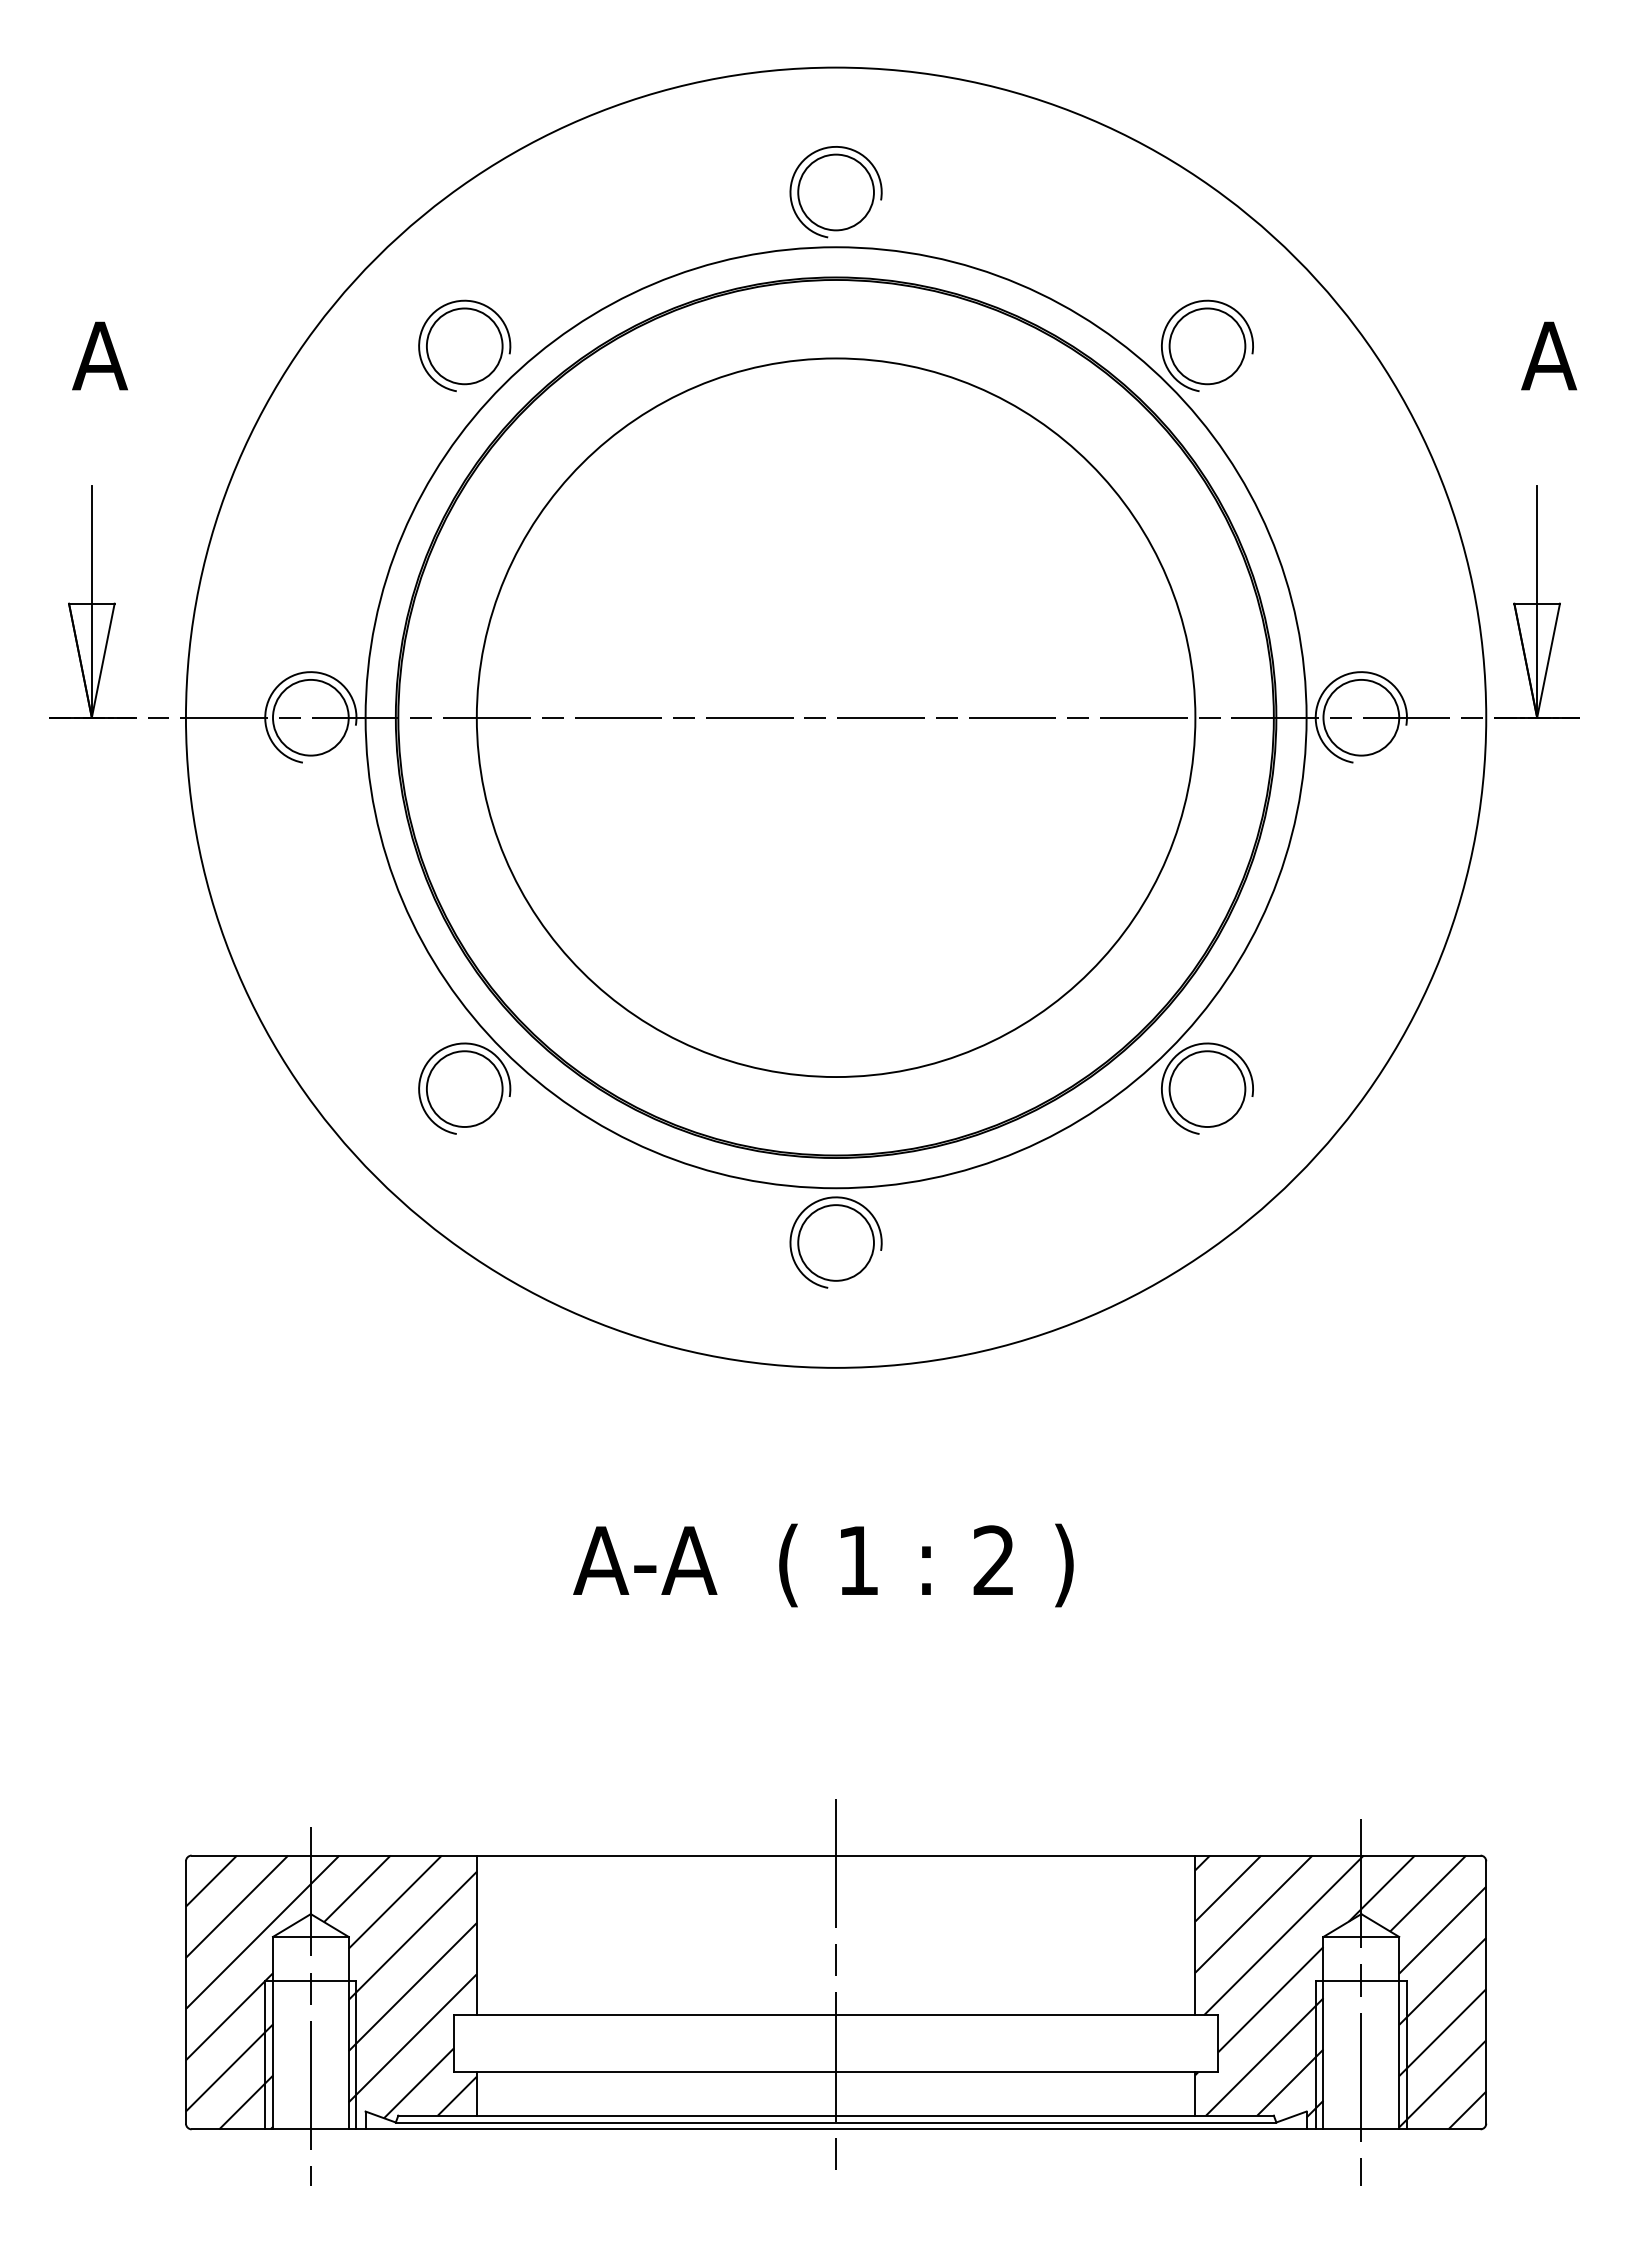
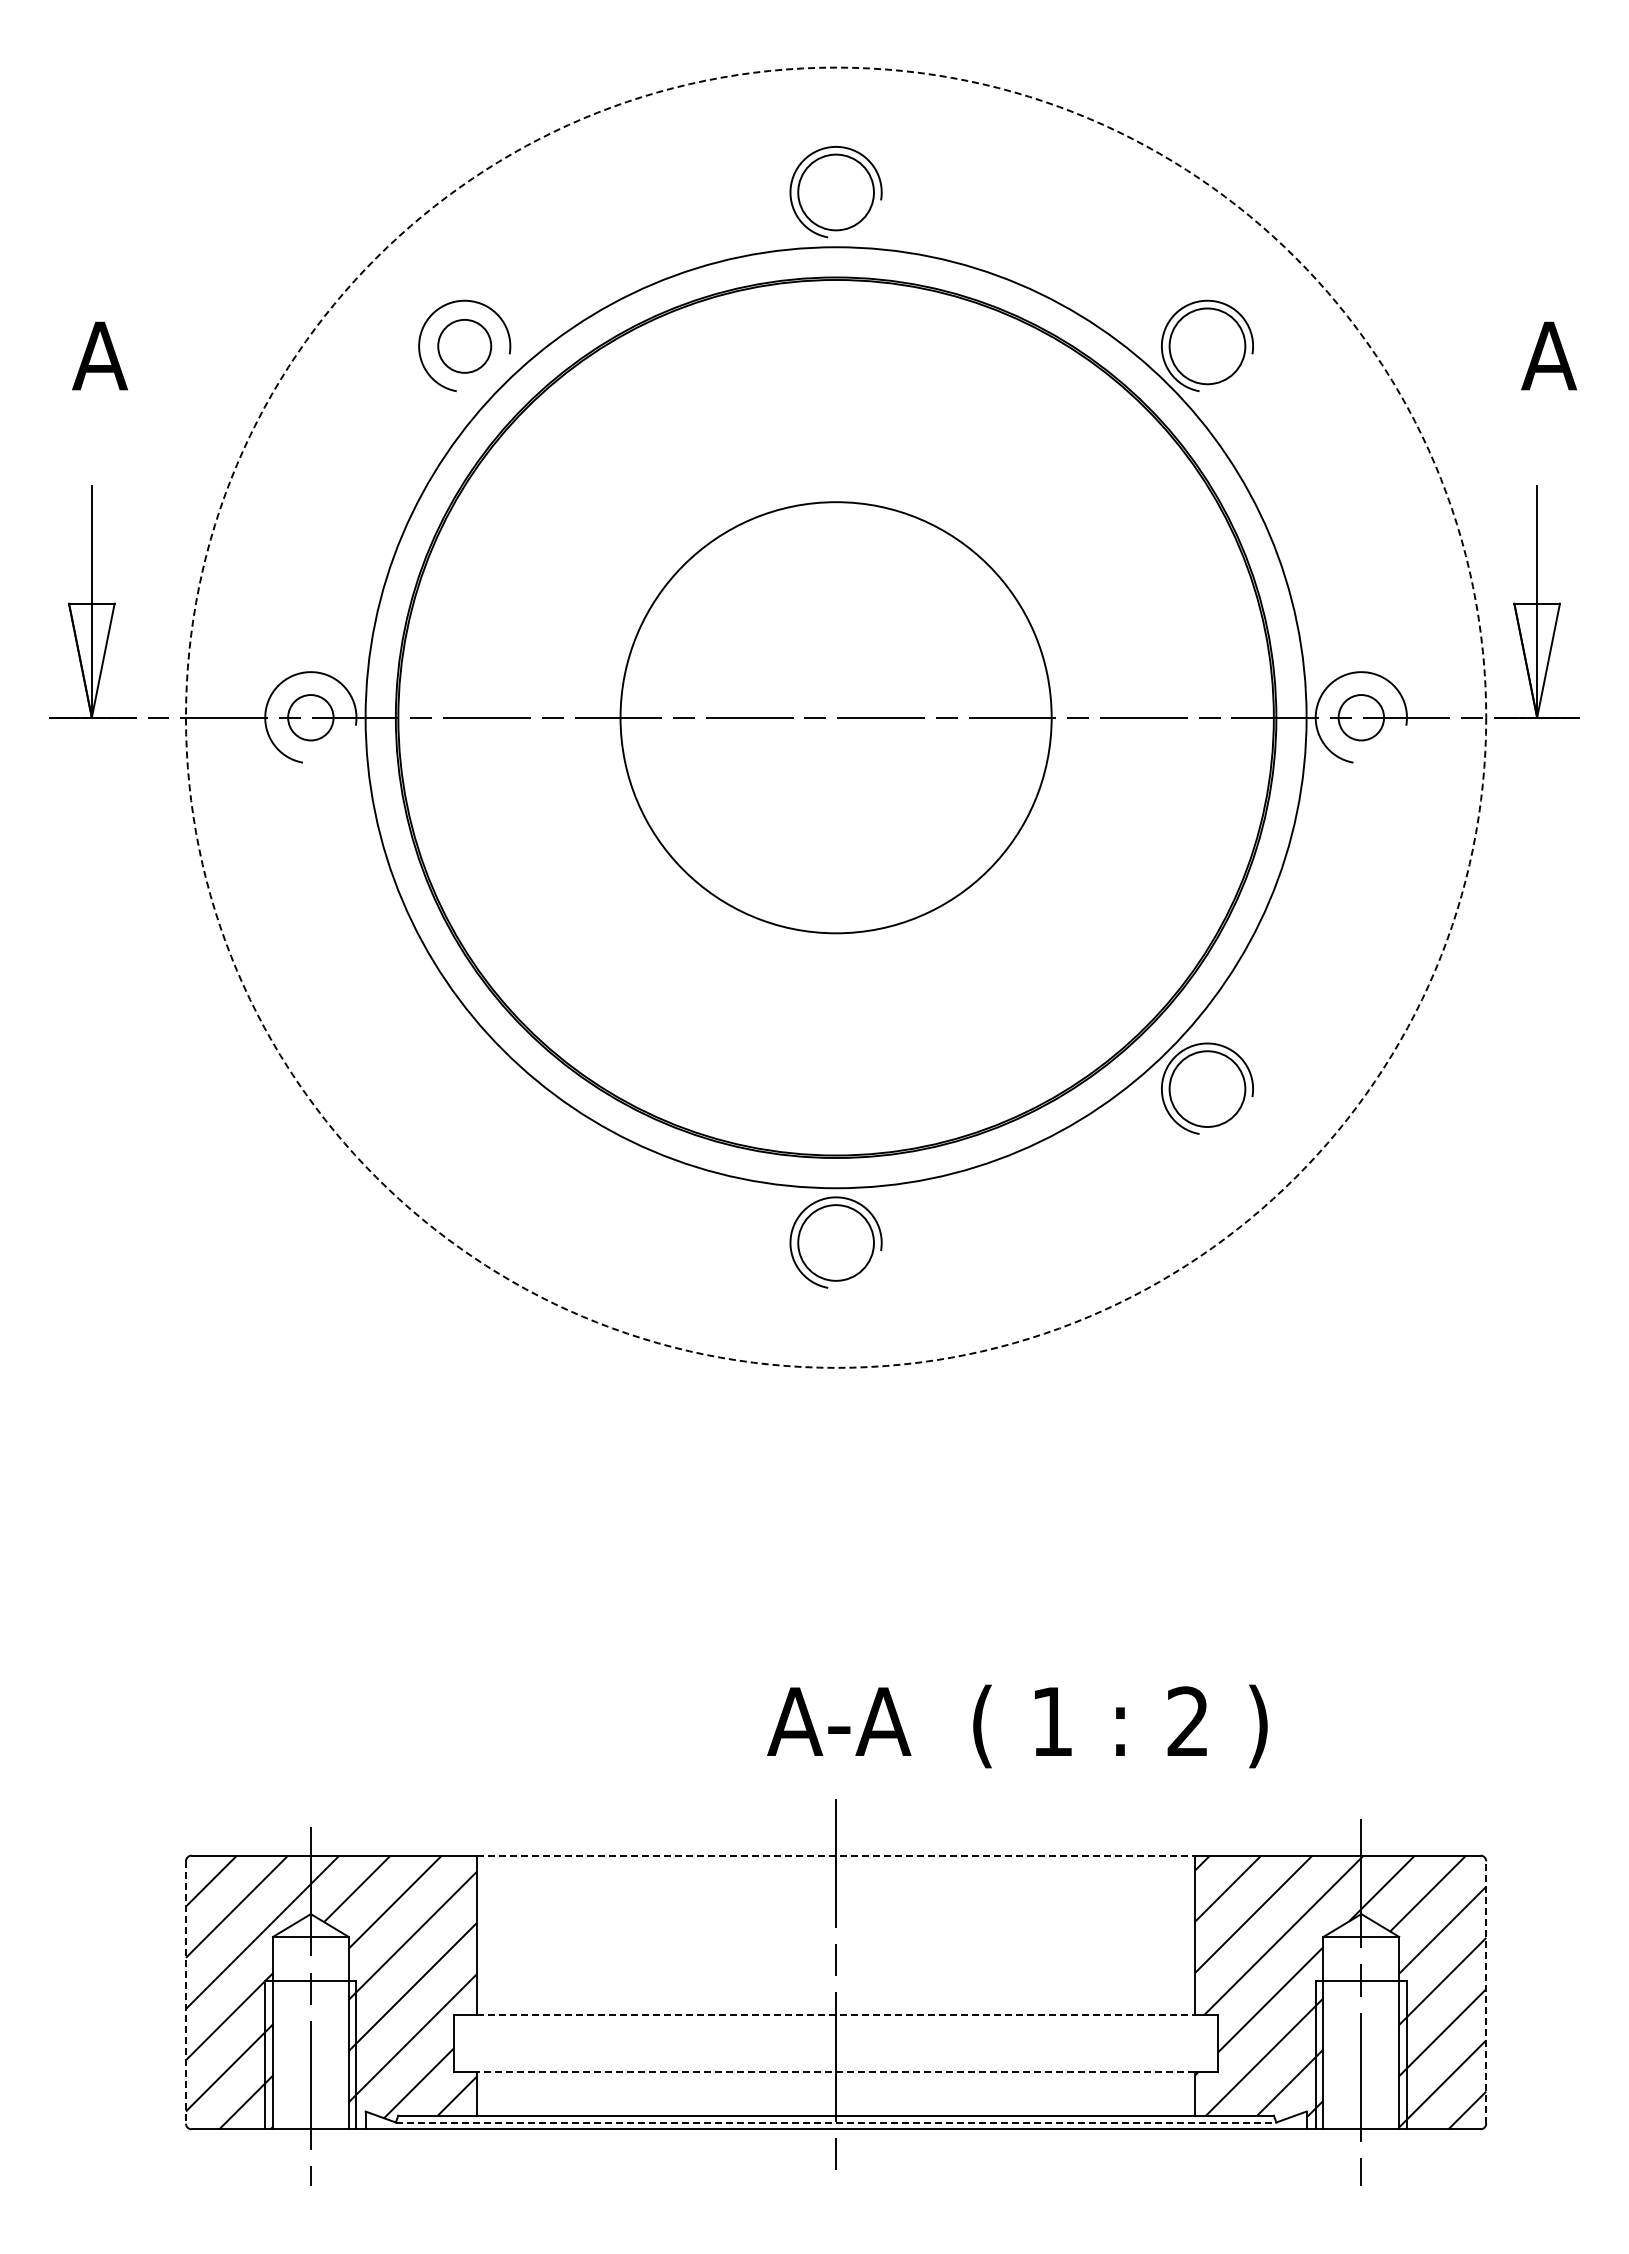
circle at (464, 346) diameter: 76 px -> 53 px
circle at (310, 717) diameter: 76 px -> 45 px
circle at (835, 717) diameter: 719 px -> 431 px
circle at (835, 717): solid -> dashed
circle at (1361, 717) diameter: 76 px -> 45 px
part at (464, 1088): present -> none
text at (823, 1565) position: (823, 1565) -> (1017, 1726)
line at (836, 1855): solid -> dashed
line at (1486, 1991): solid -> dashed
line at (185, 1992): solid -> dashed
line at (836, 2015): solid -> dashed
line at (835, 2072): solid -> dashed
line at (836, 2122): solid -> dashed
